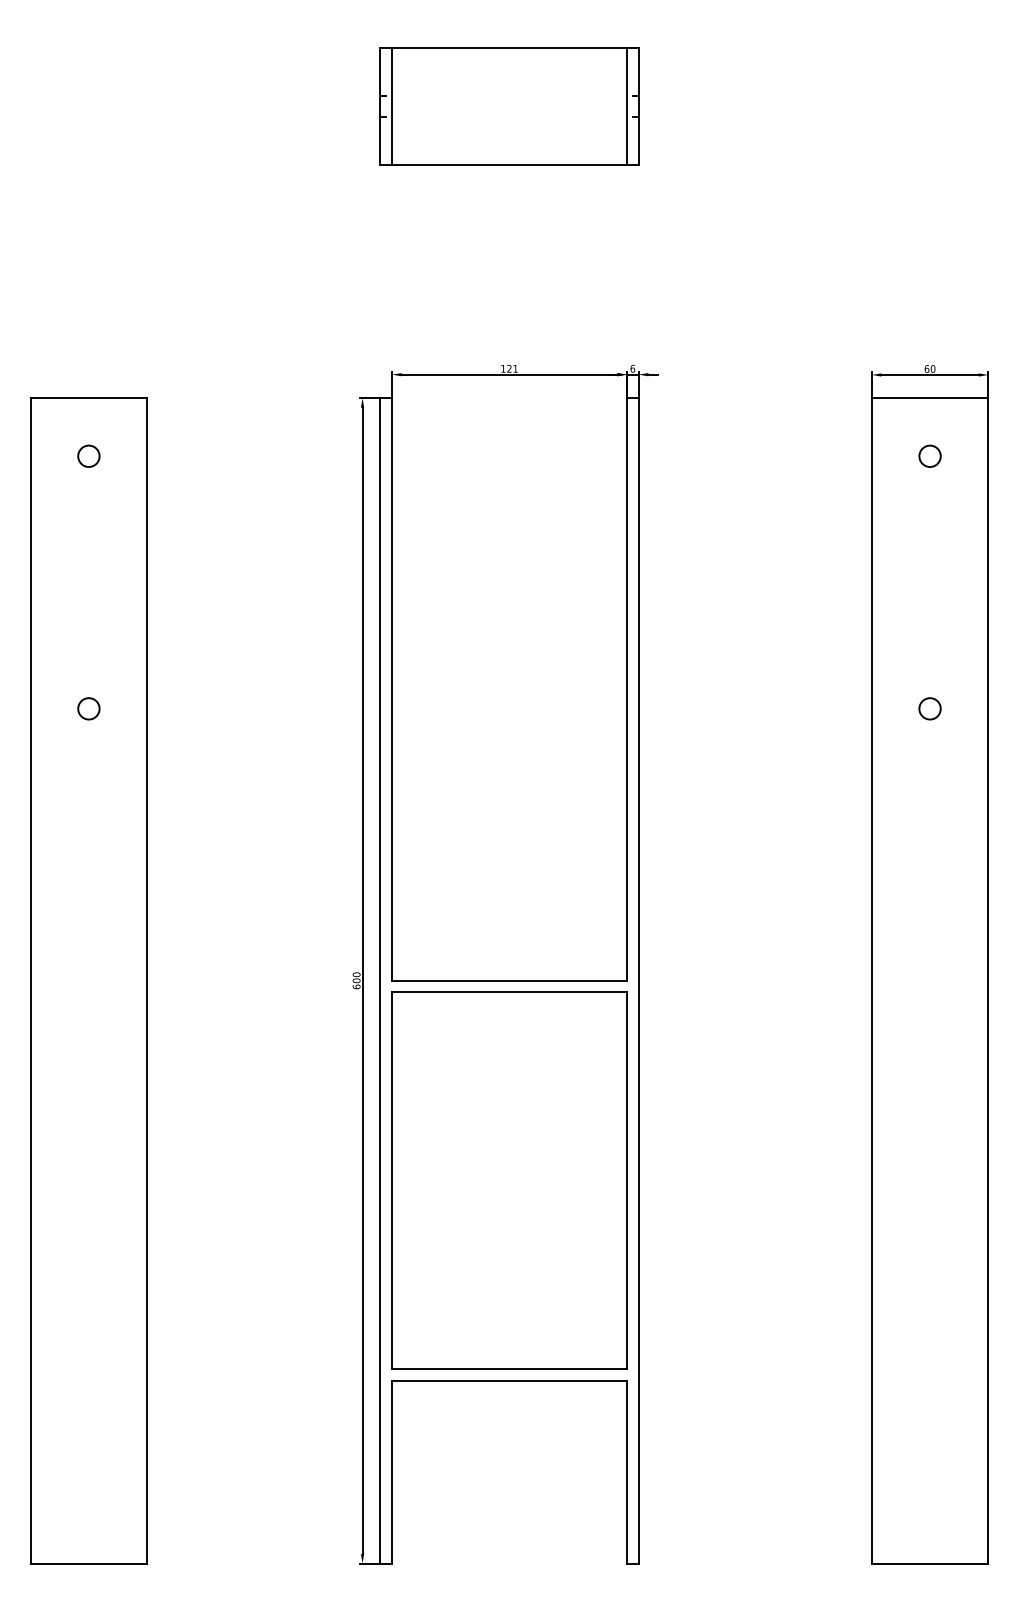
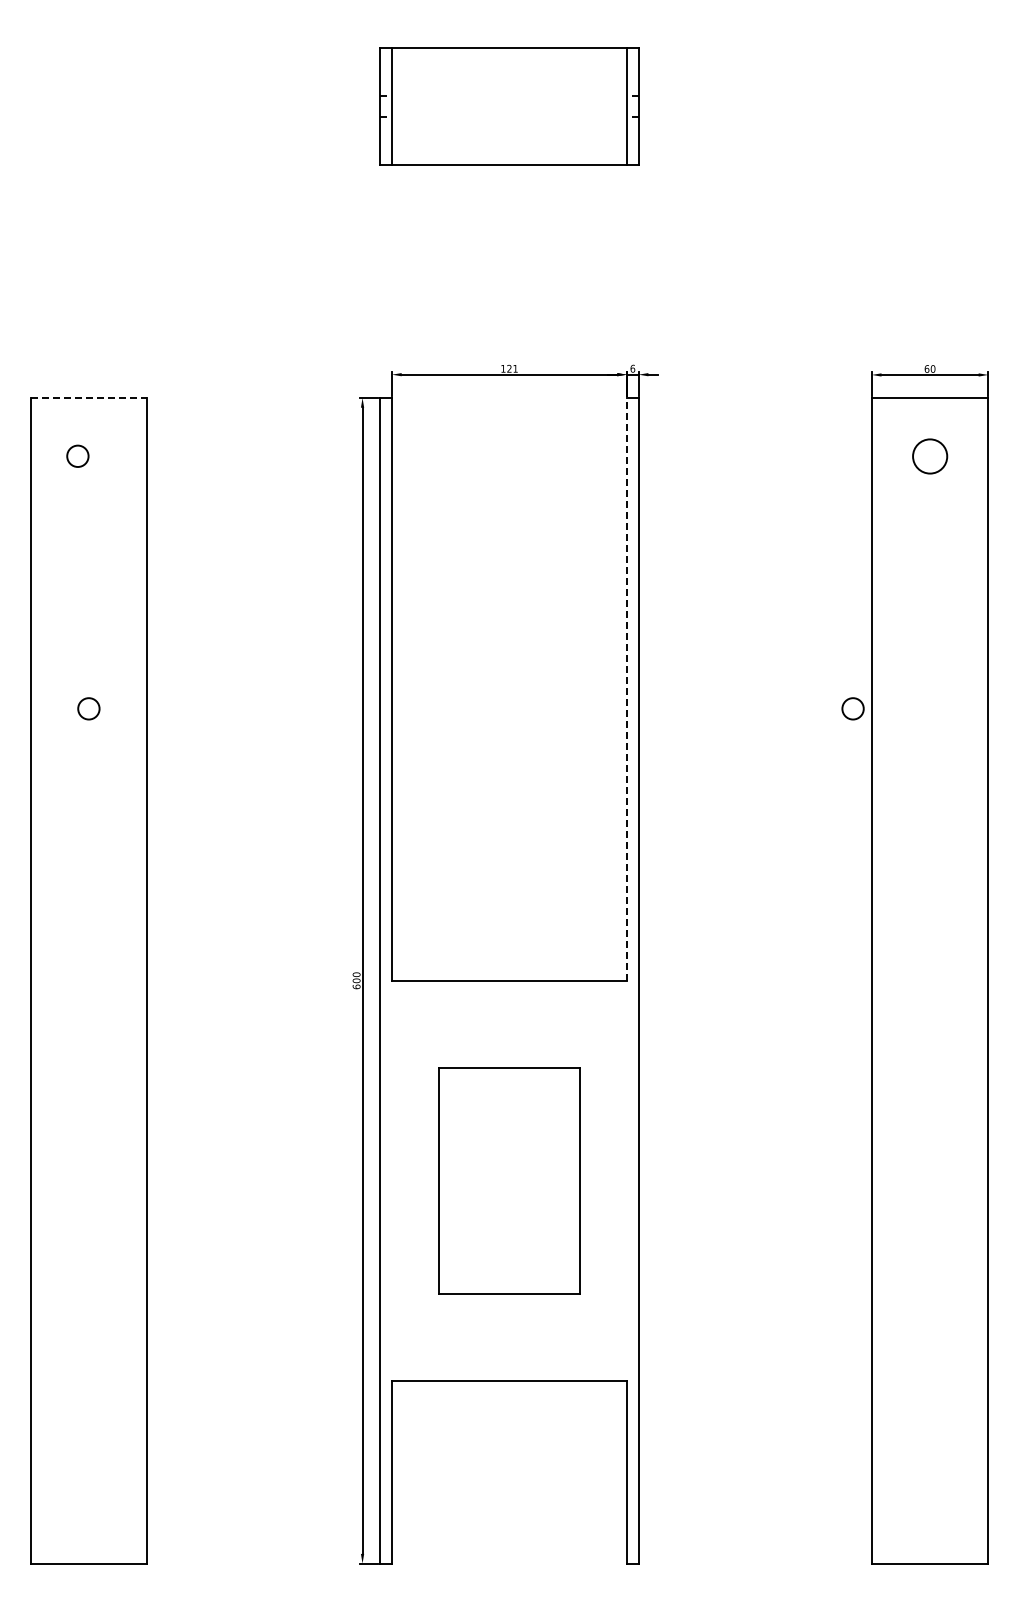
line at (89, 398): solid -> dashed
circle at (88, 455) position: (88, 455) -> (77, 455)
circle at (929, 455) size: 24x24 px -> 37x37 px
line at (627, 688): solid -> dashed
circle at (929, 708) position: (929, 708) -> (852, 708)
part at (509, 1180) size: 237x379 px -> 143x228 px
